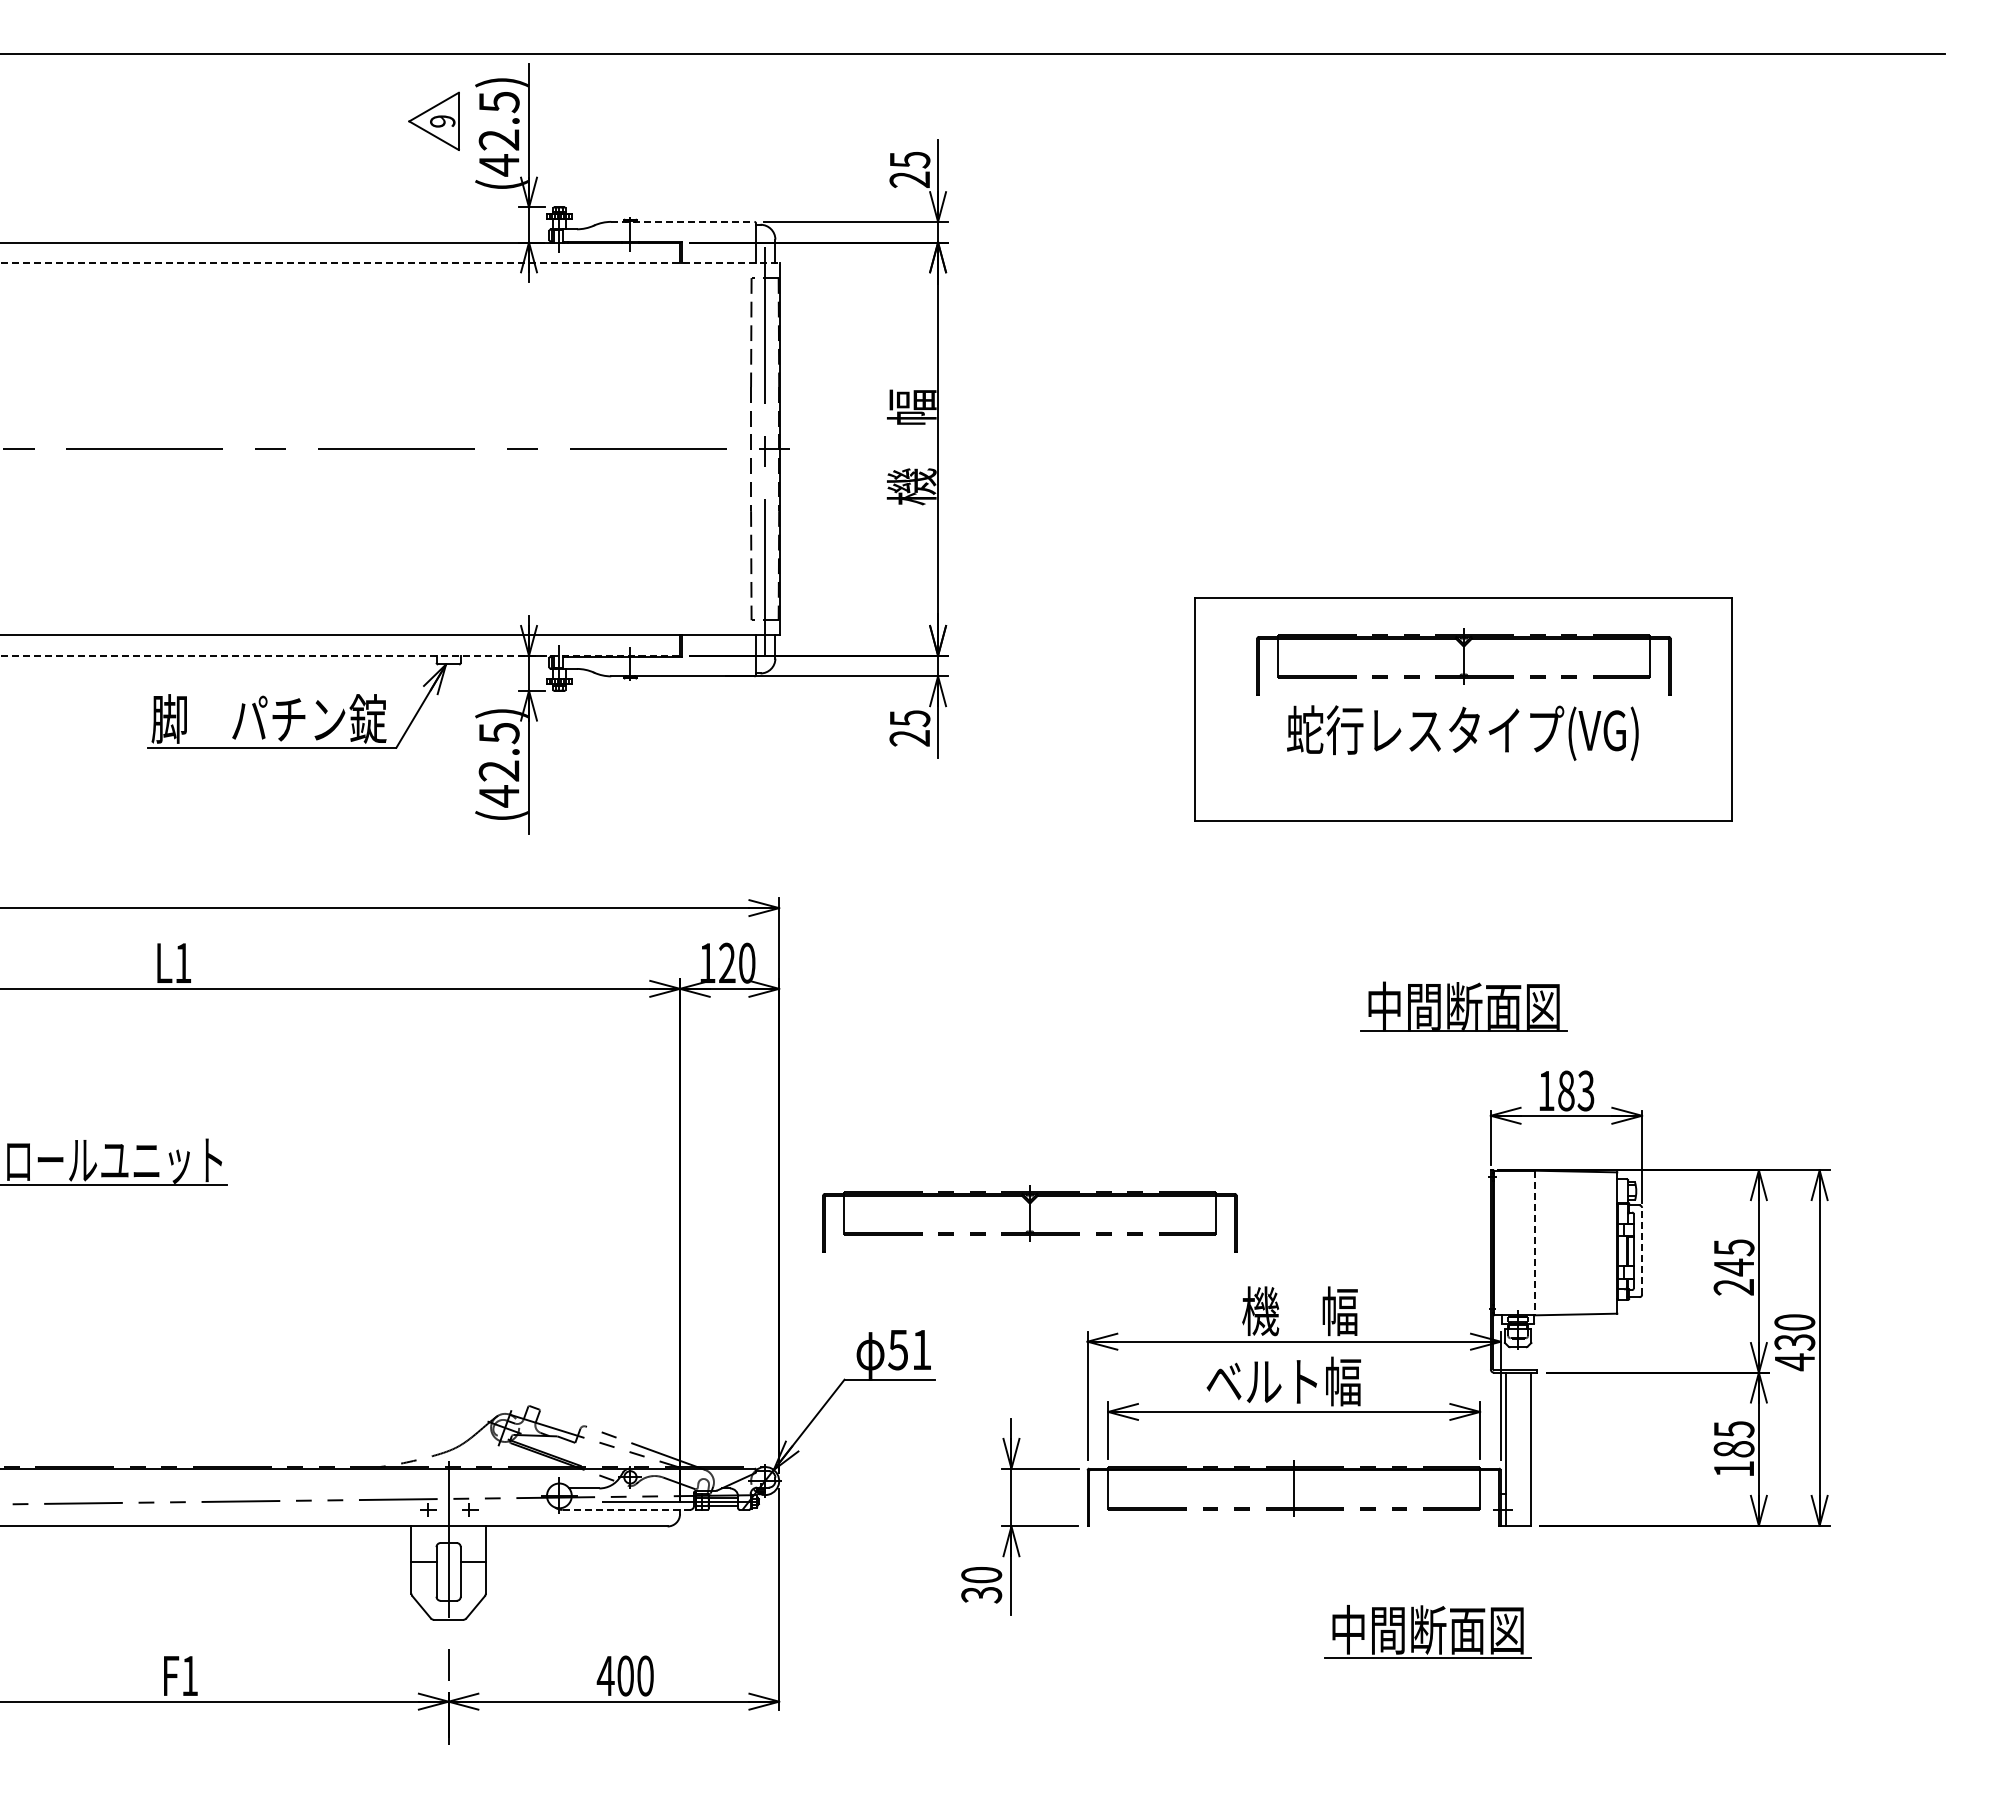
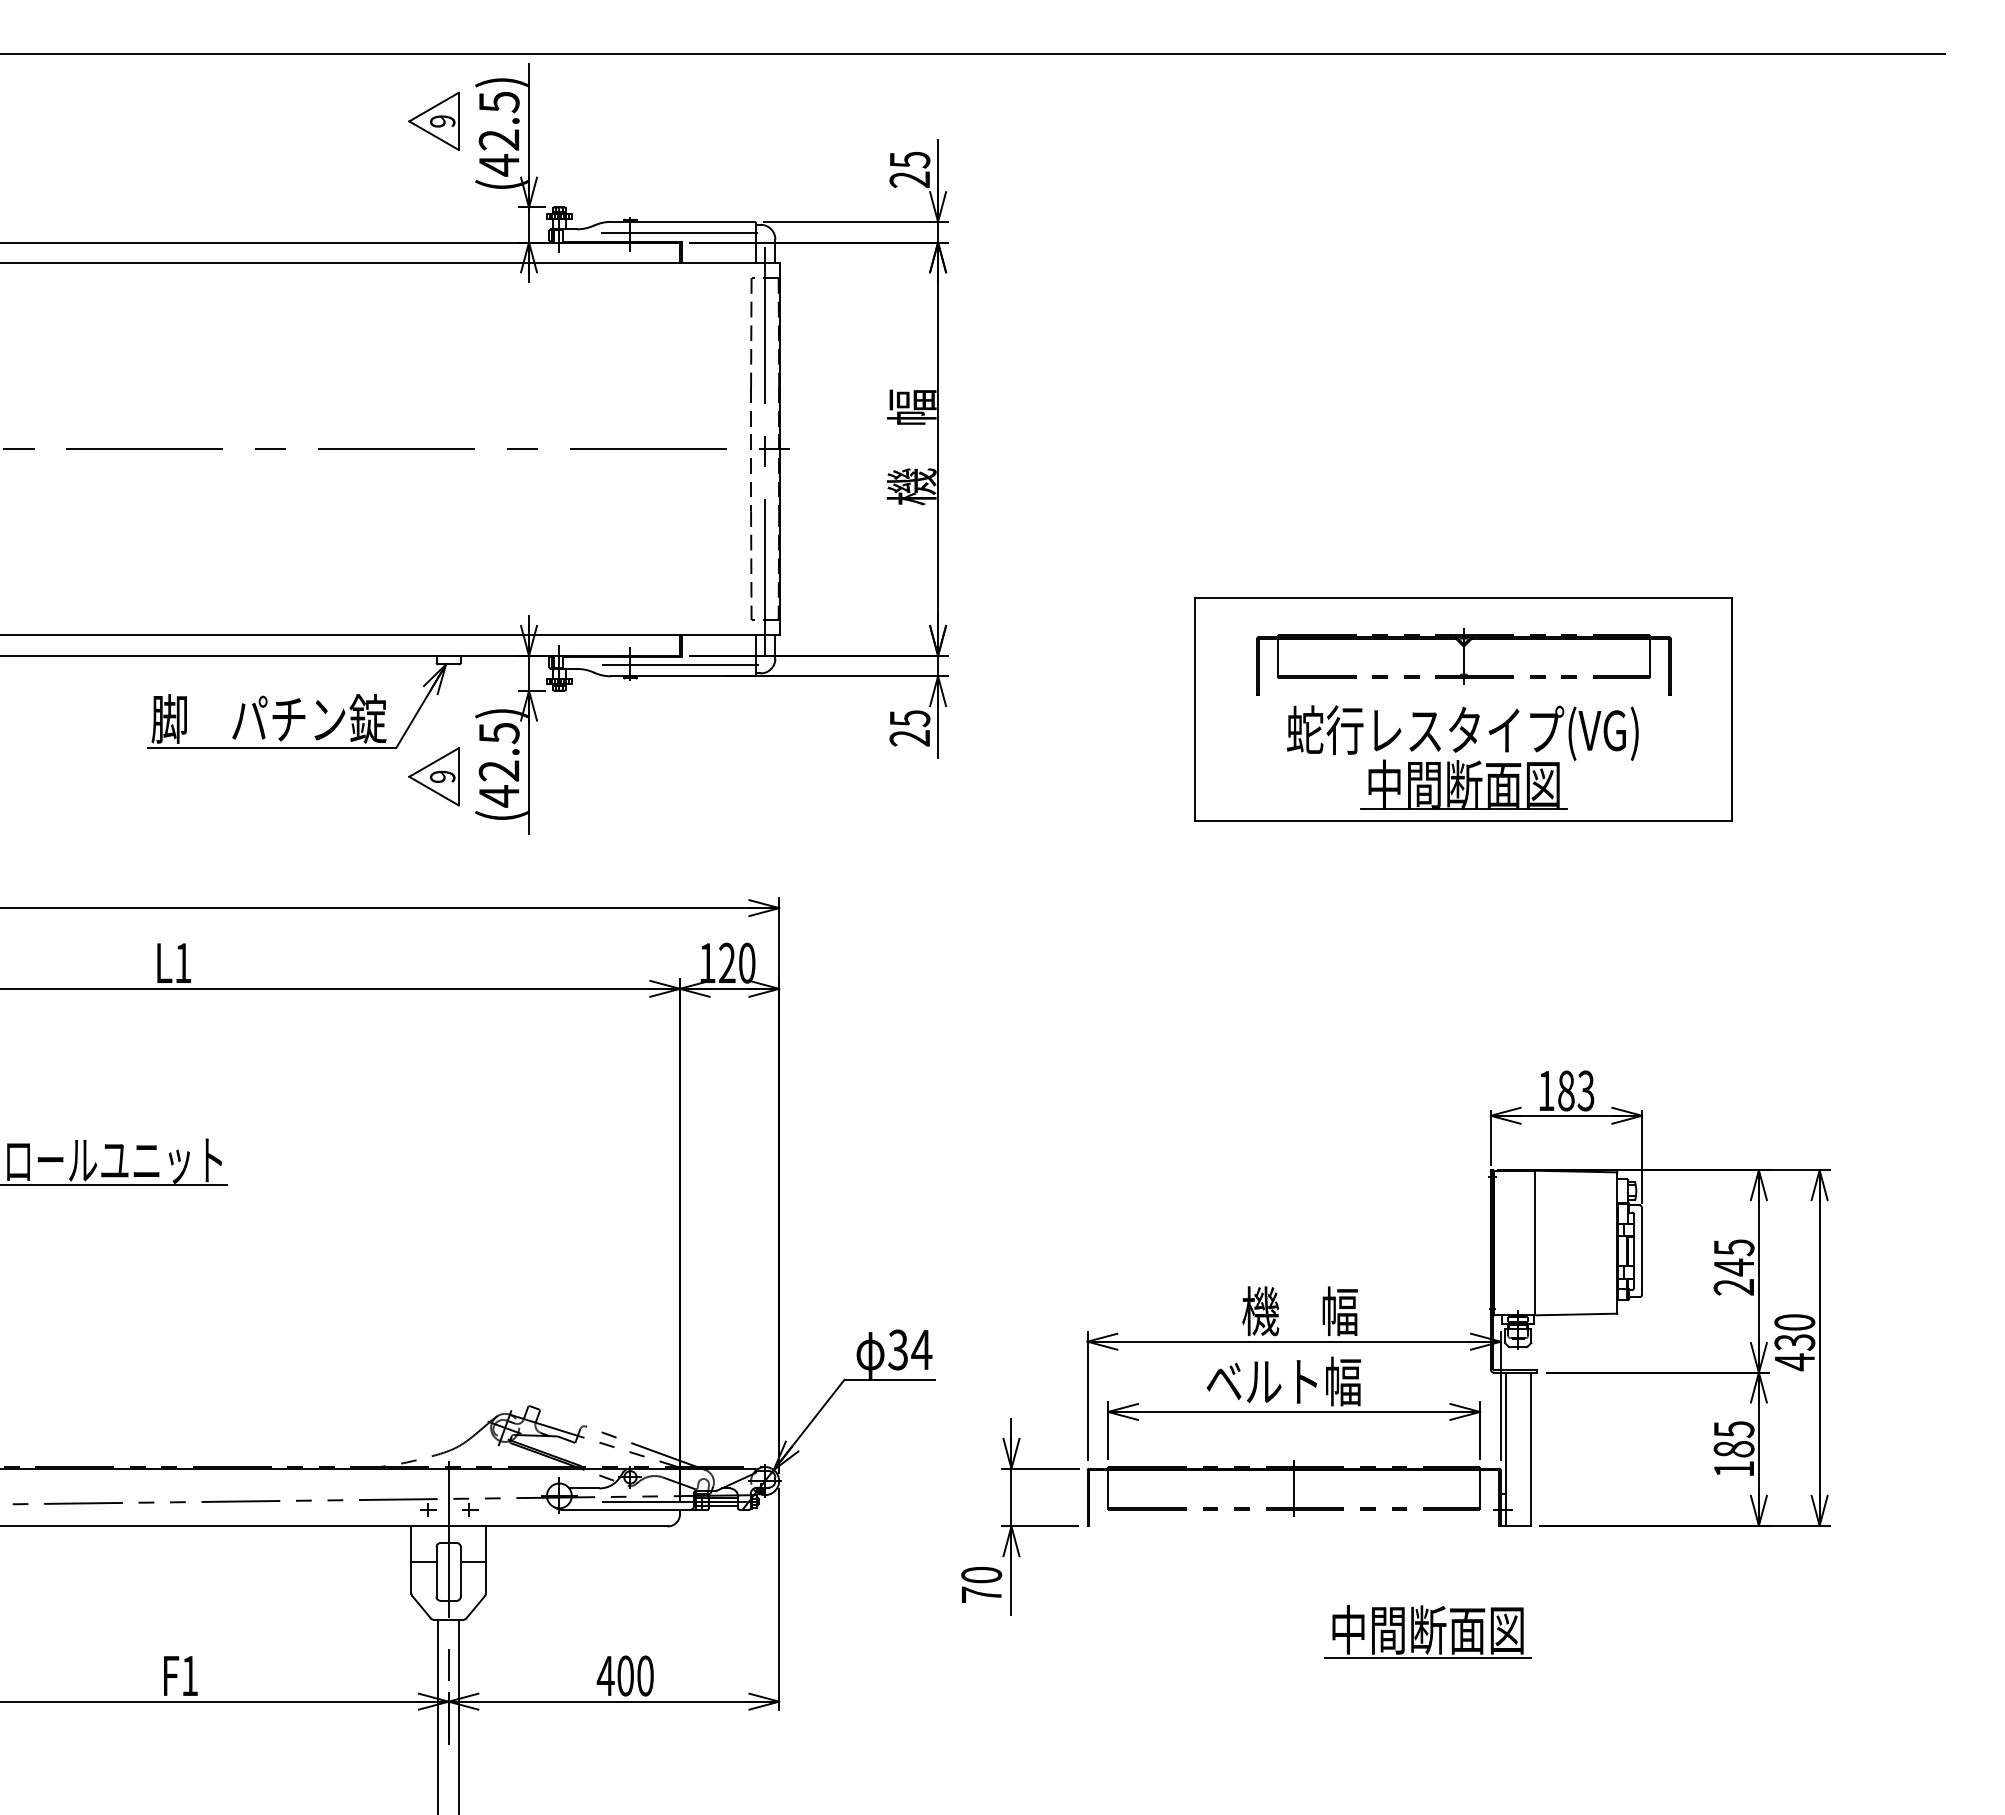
line at (682, 221): dashed -> solid
line at (679, 233): none -> present
line at (390, 263): dashed -> solid
line at (340, 655): dashed -> solid
line at (679, 665): none -> present
part at (433, 776): none -> present
part at (1463, 1006) position: (1463, 1006) -> (1463, 784)
part at (1029, 1218): present -> none
line at (1534, 1243): dashed -> solid
line at (1642, 1250): dashed -> solid
text at (910, 1349): 51 -> 34
line at (629, 1509): dashed -> solid
text at (981, 1594): 30 -> 70
line at (438, 1715): none -> present
line at (459, 1715): none -> present
